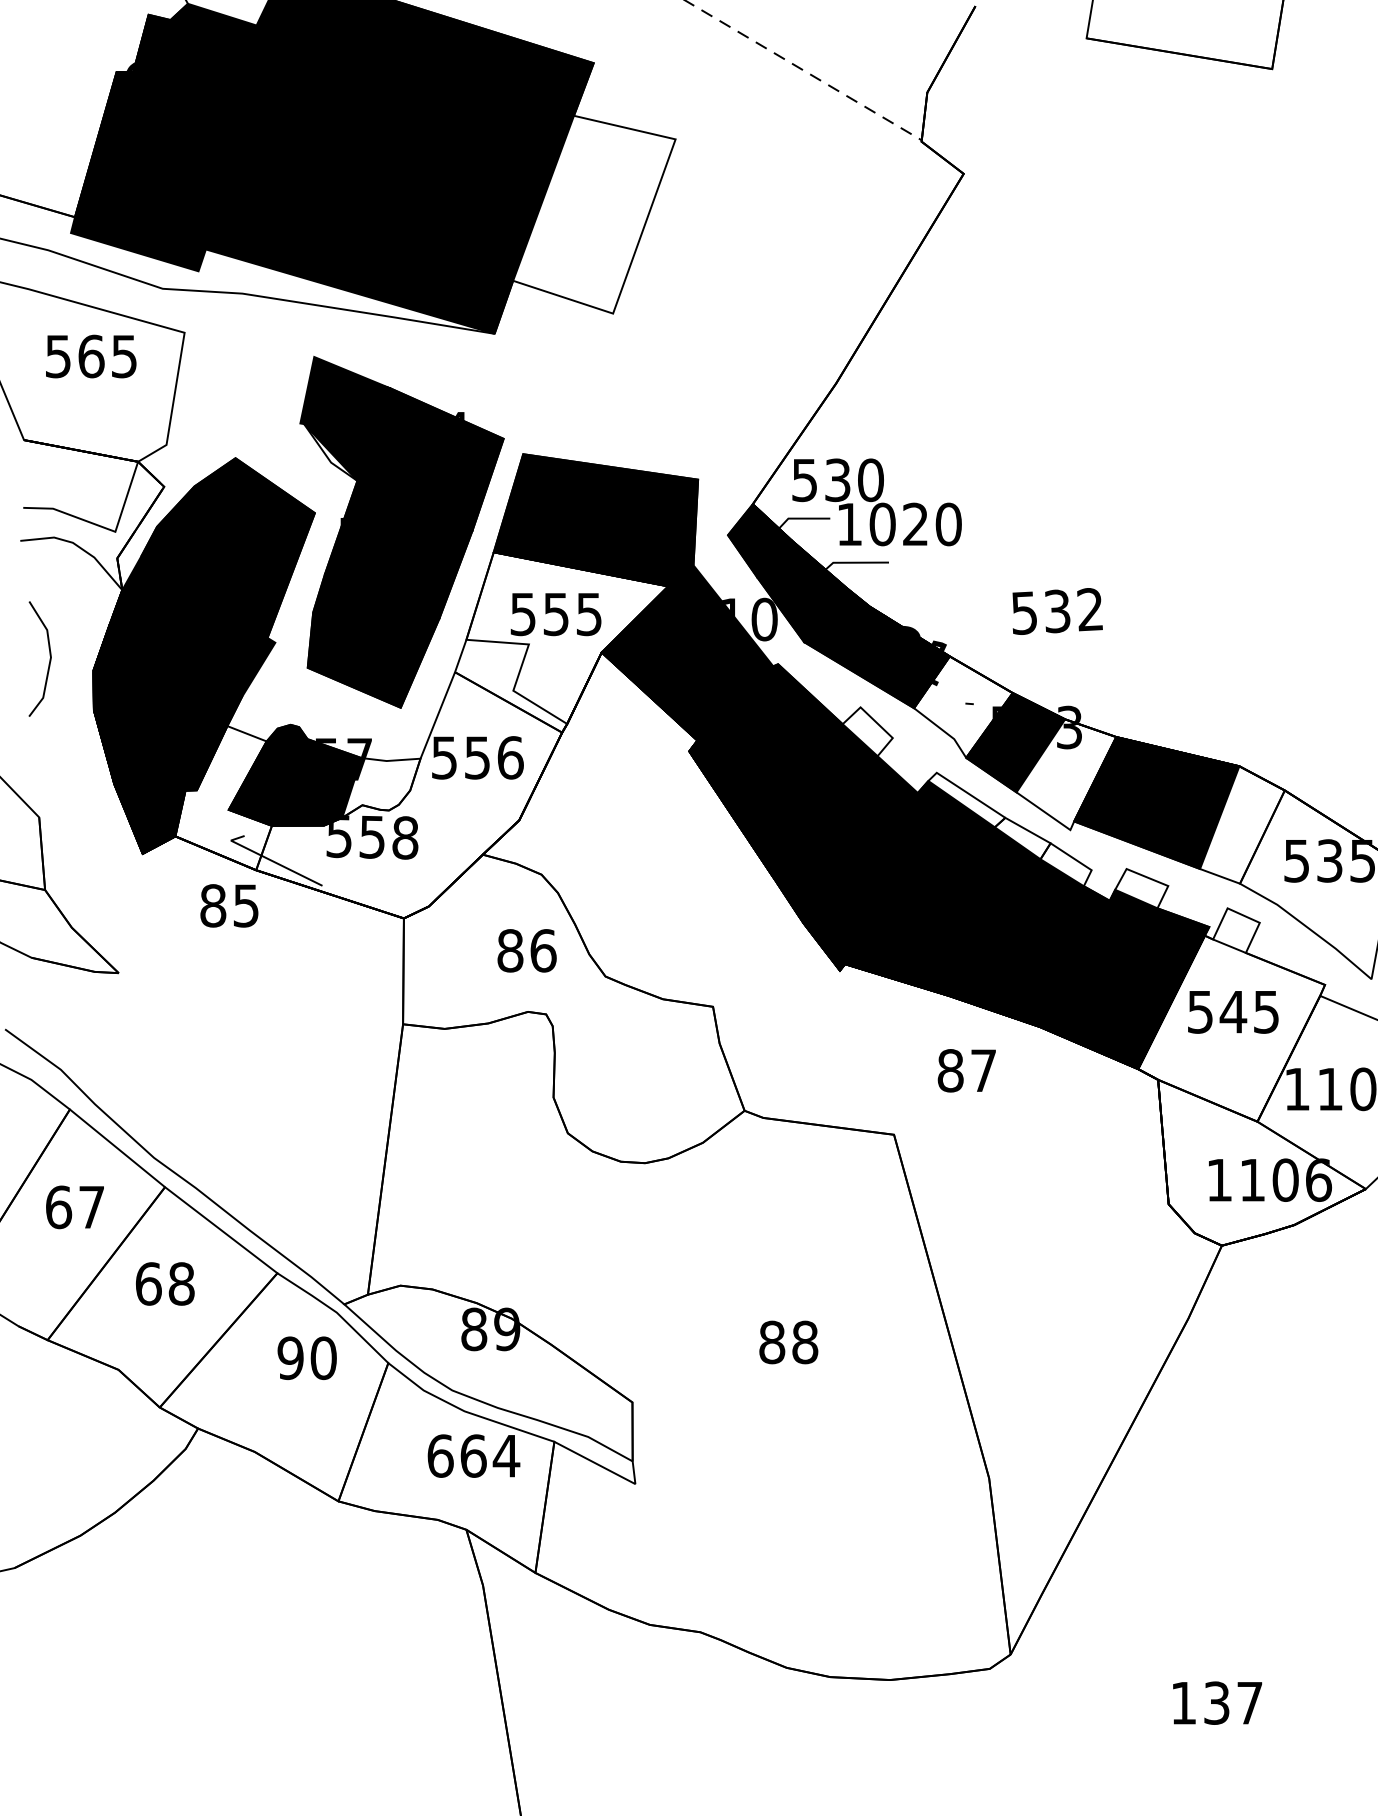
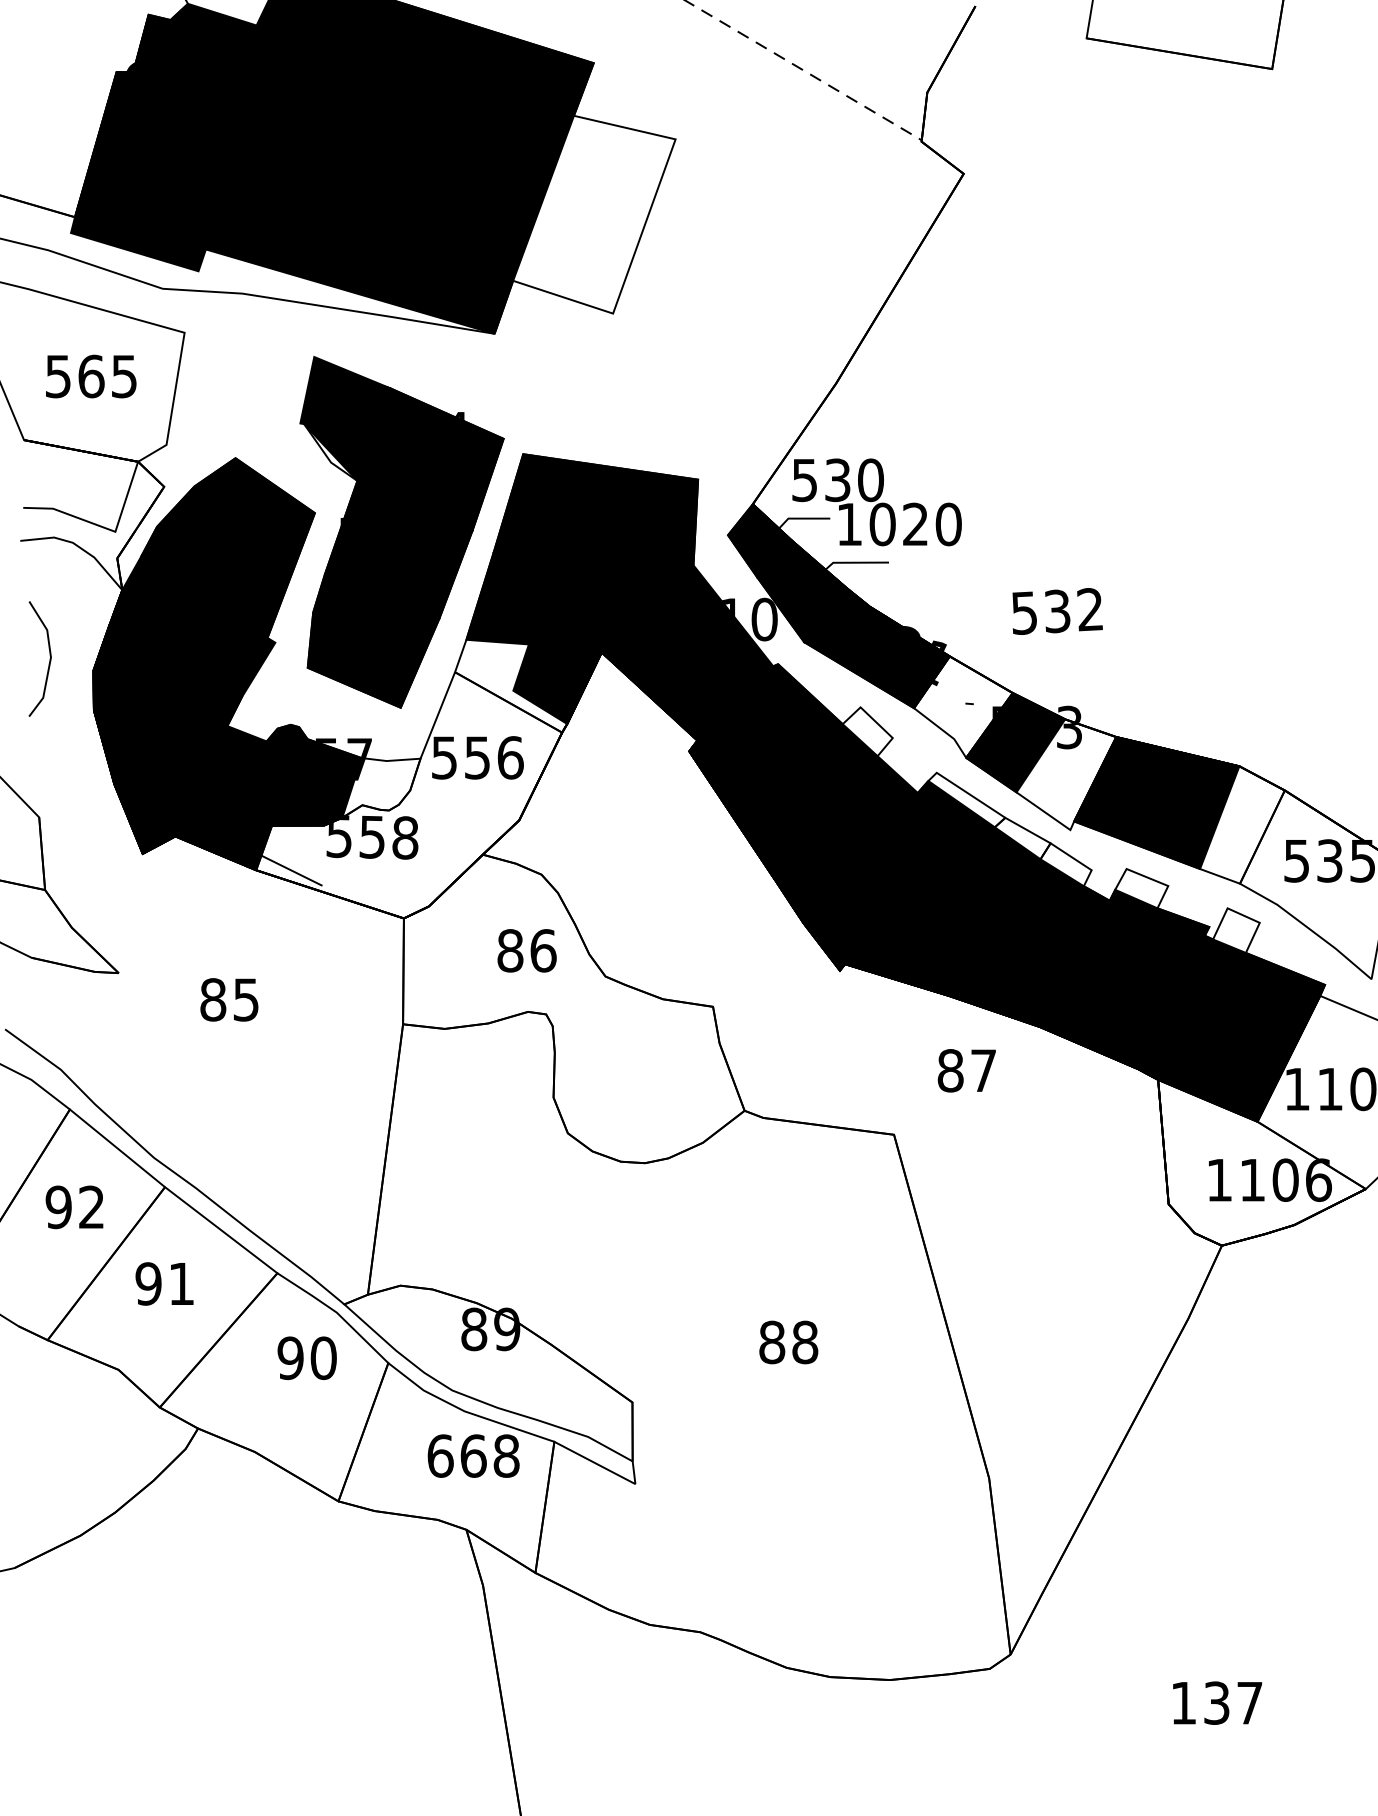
text at (91, 356) position: (91, 356) -> (91, 376)
fill at (567, 638): none -> present
fill at (223, 798): none -> present
text at (229, 905) position: (229, 905) -> (229, 999)
fill at (1231, 1028): none -> present
text at (74, 1207): 67 -> 92
text at (164, 1283): 68 -> 91
text at (506, 1455): 664 -> 668
